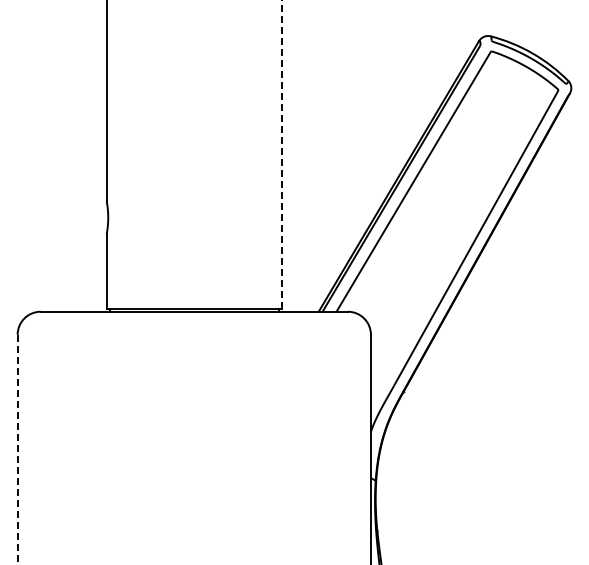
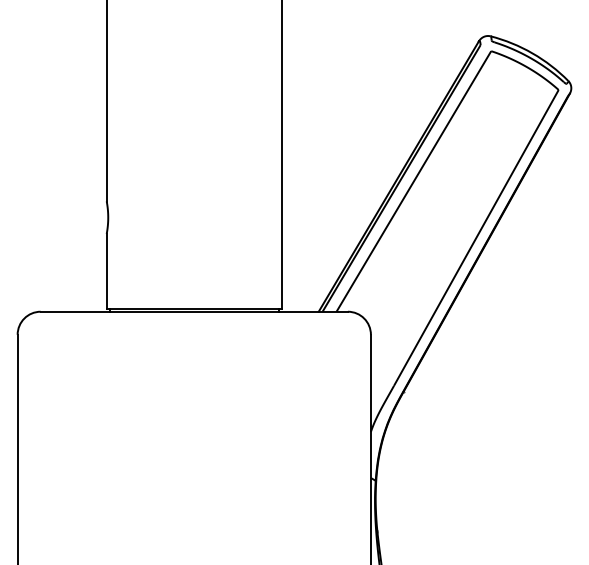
line at (281, 154): dashed -> solid
line at (17, 449): dashed -> solid
